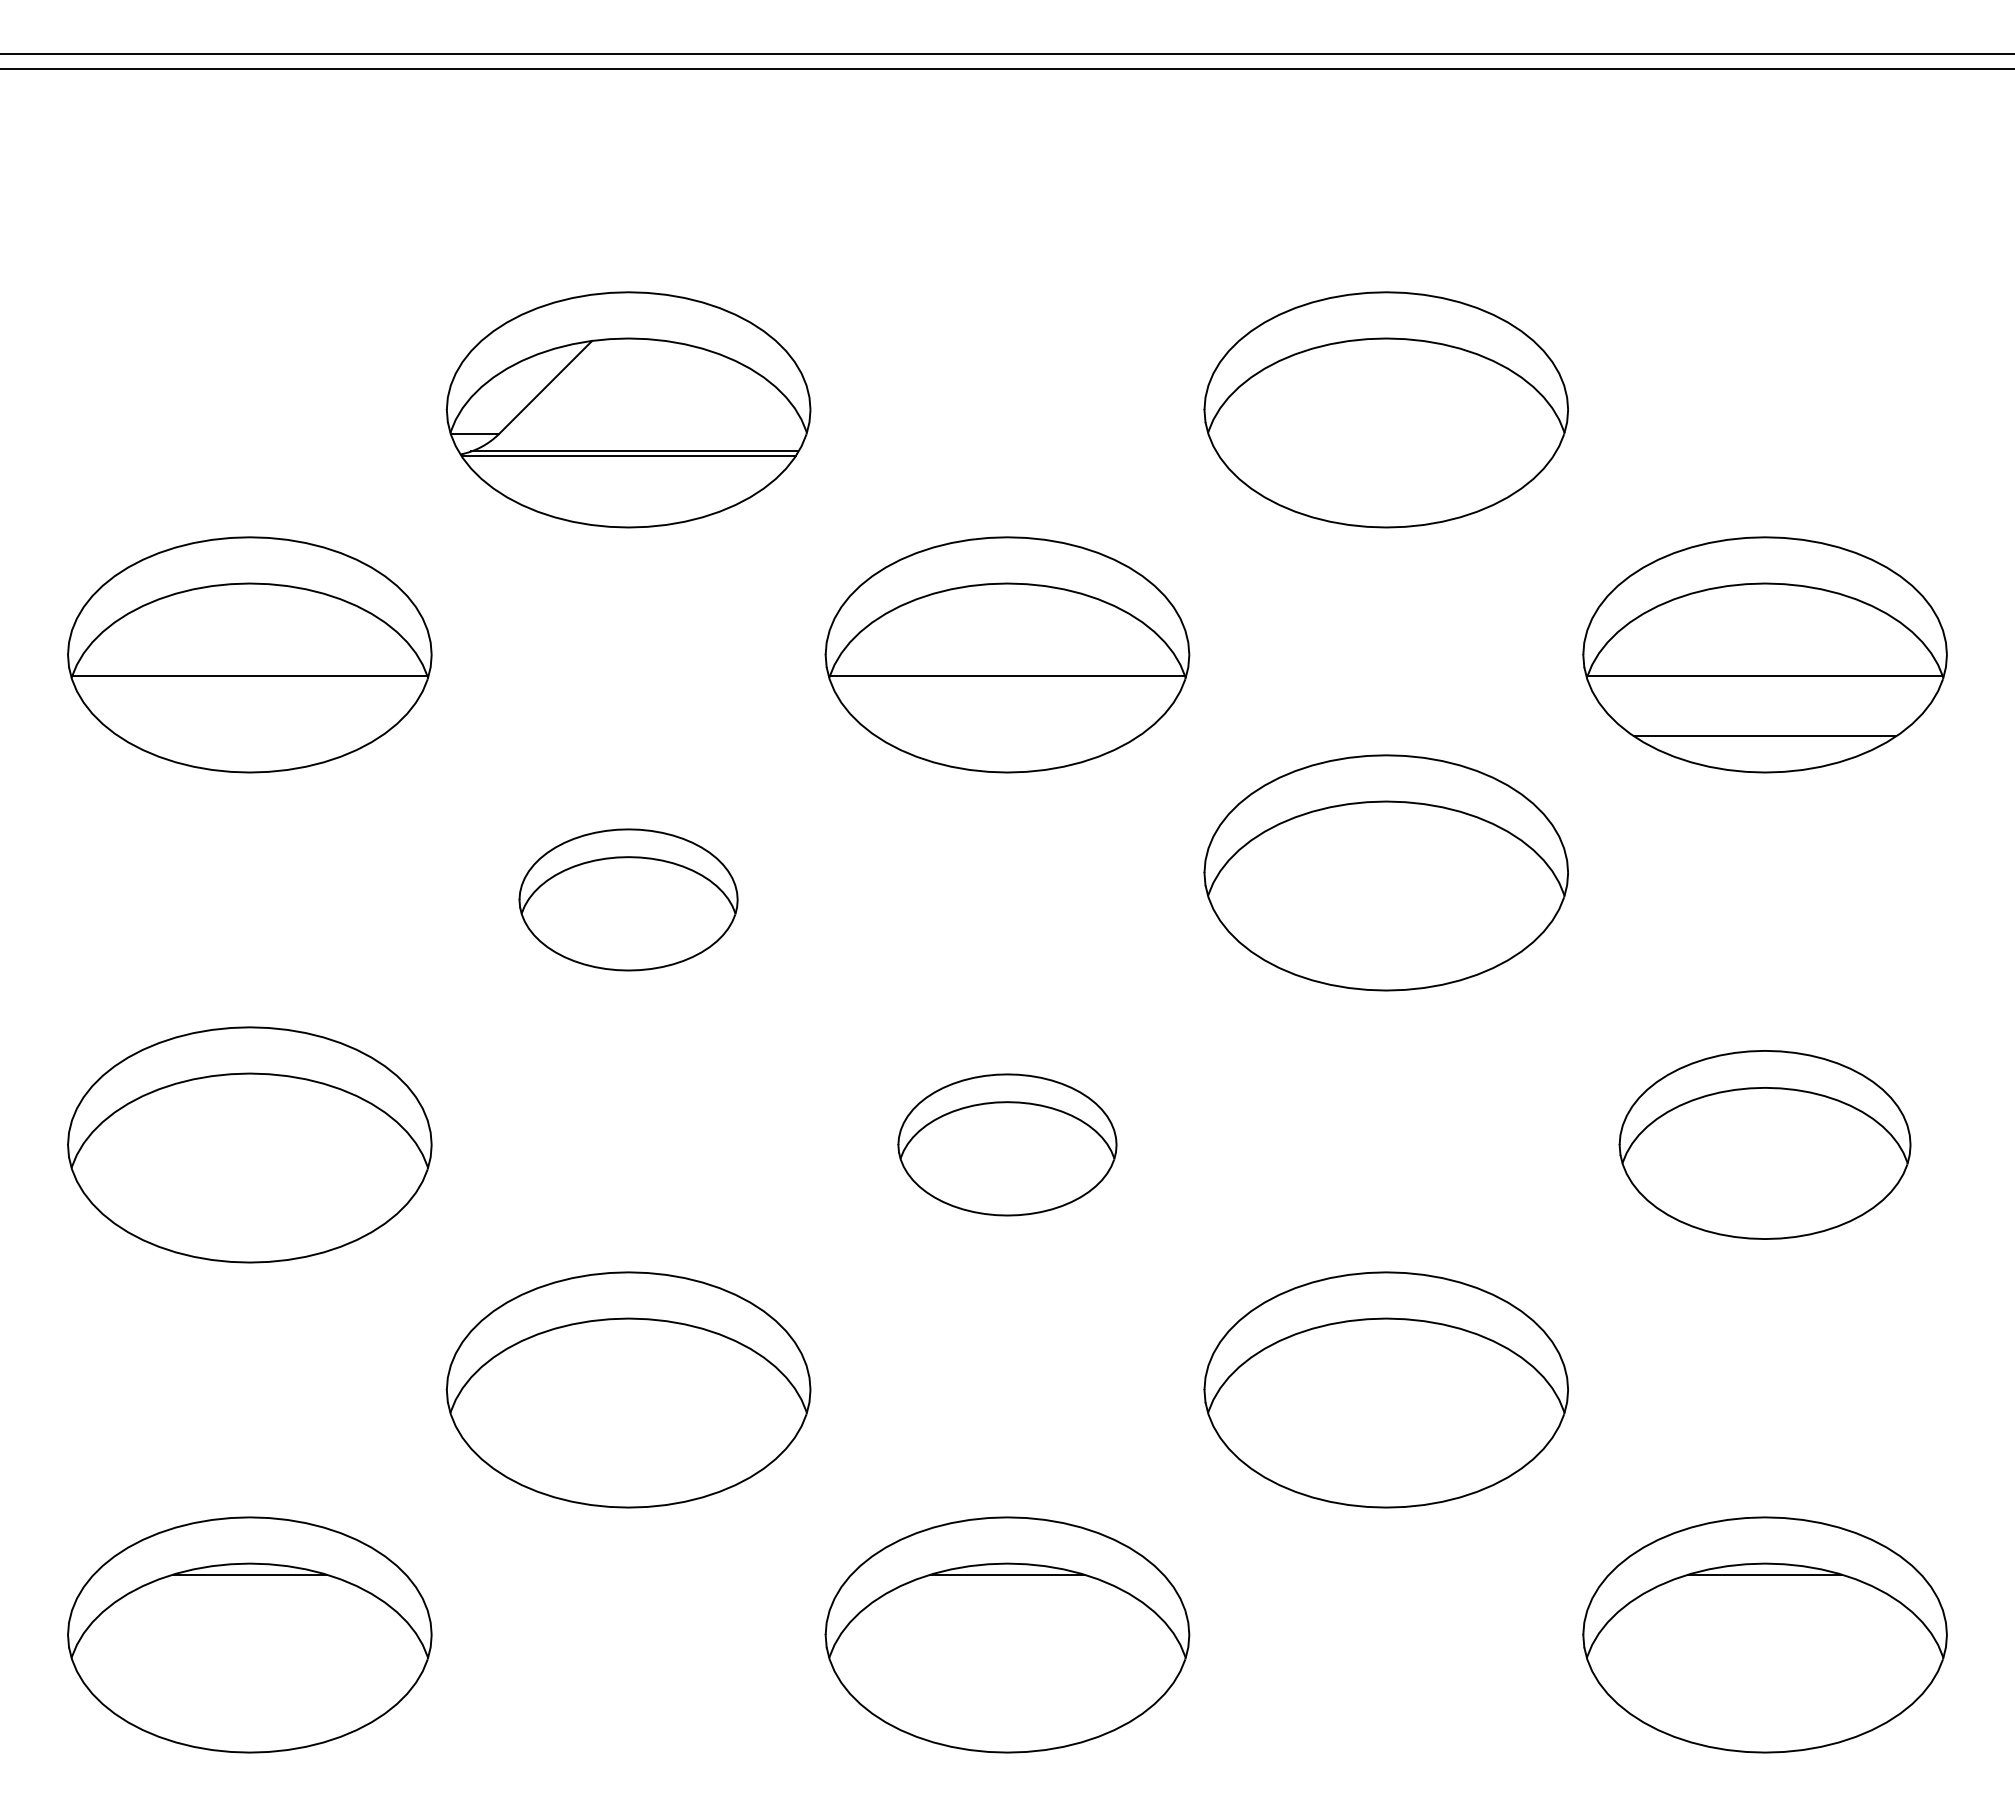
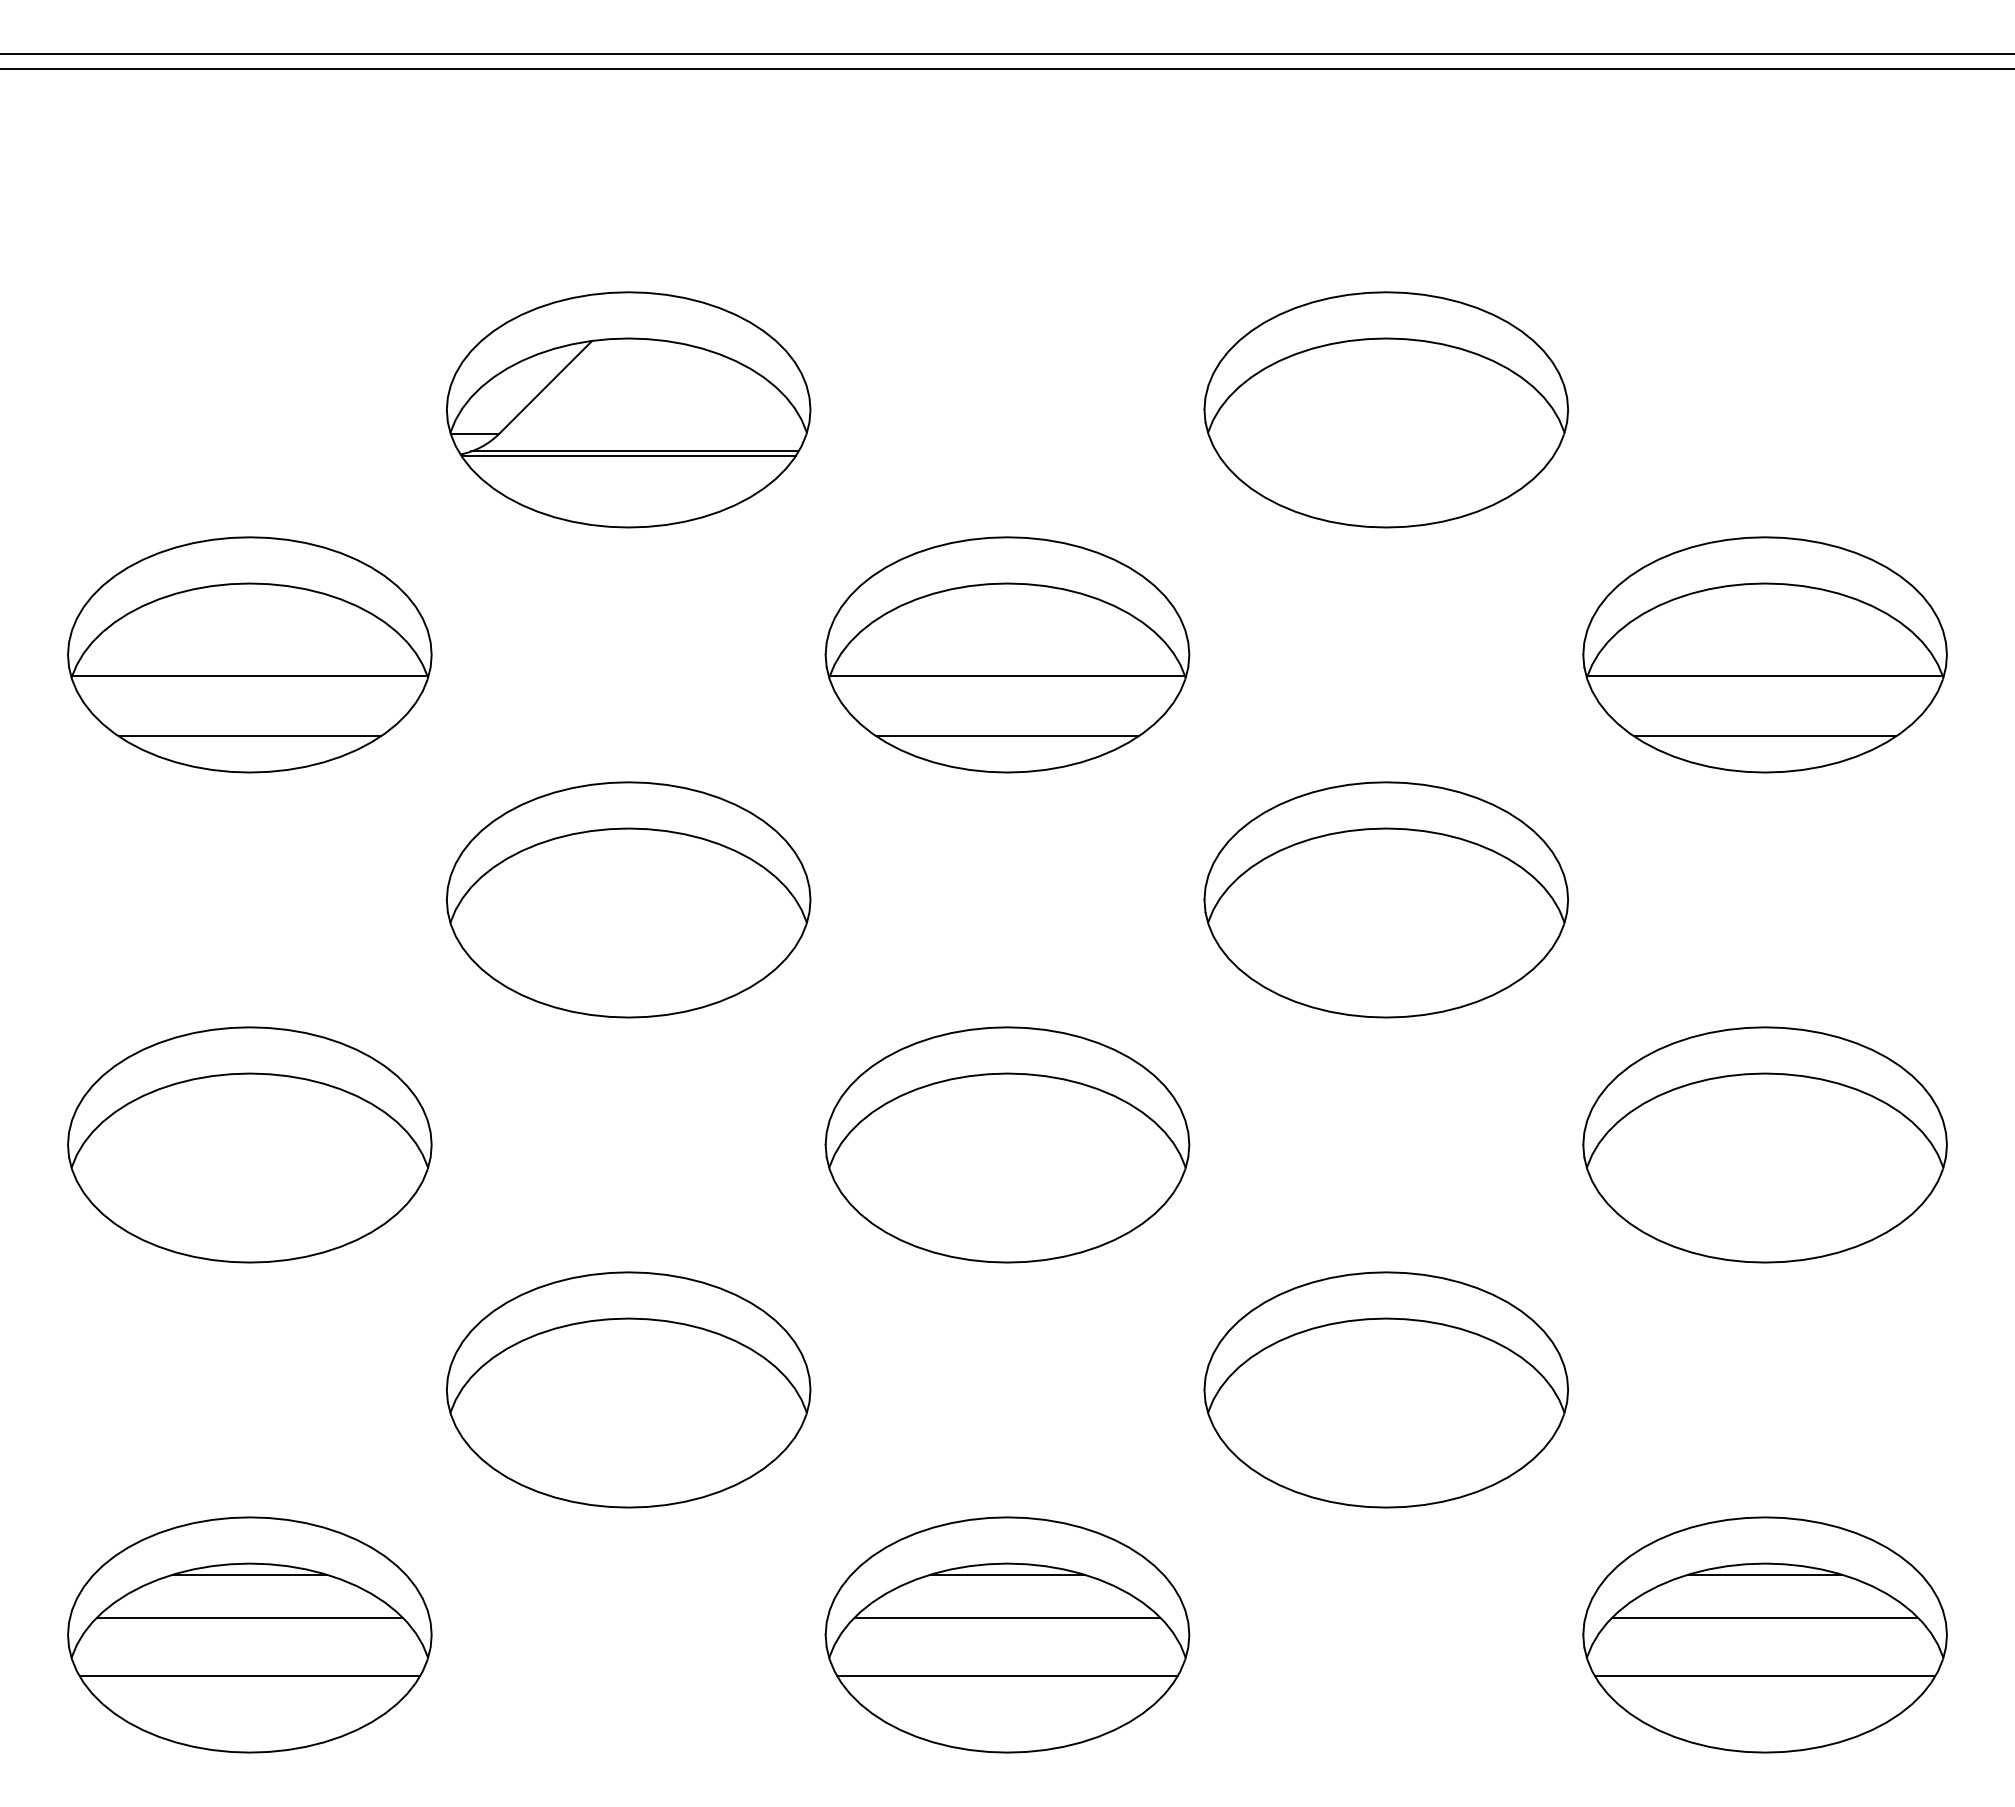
line at (249, 736): none -> present
line at (1007, 736): none -> present
part at (1385, 872) position: (1385, 872) -> (1385, 899)
part at (628, 899) size: 221x144 px -> 367x238 px
part at (1007, 1144) size: 221x144 px -> 367x238 px
part at (1764, 1144) size: 294x190 px -> 366x238 px
line at (249, 1617): none -> present
line at (1007, 1617): none -> present
line at (1764, 1617): none -> present
line at (249, 1675): none -> present
line at (1007, 1675): none -> present
line at (1764, 1675): none -> present
